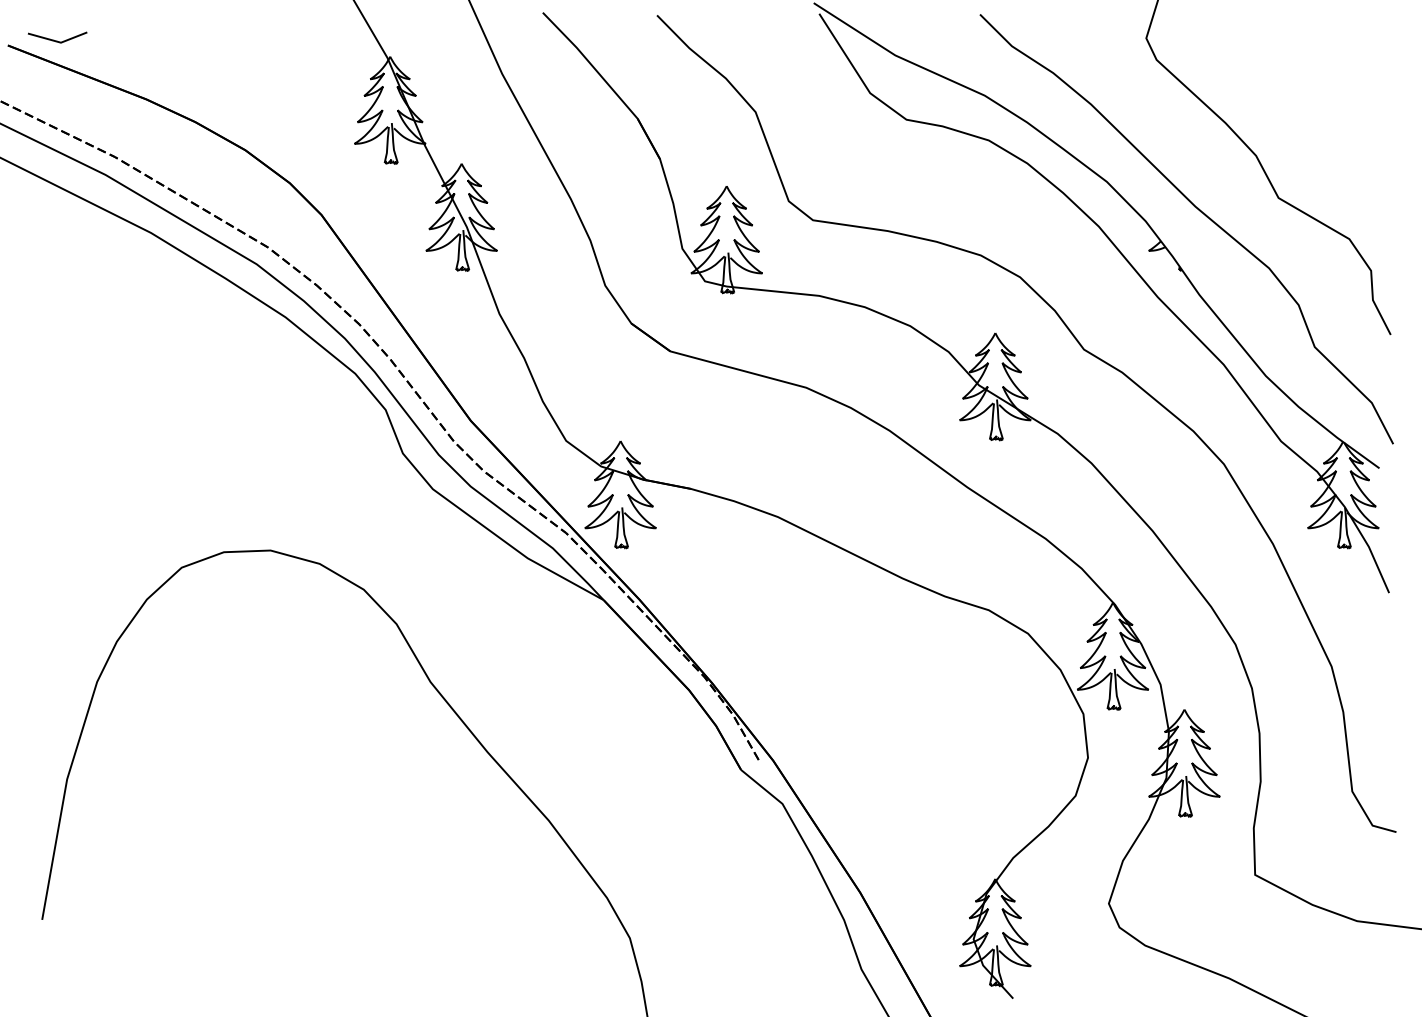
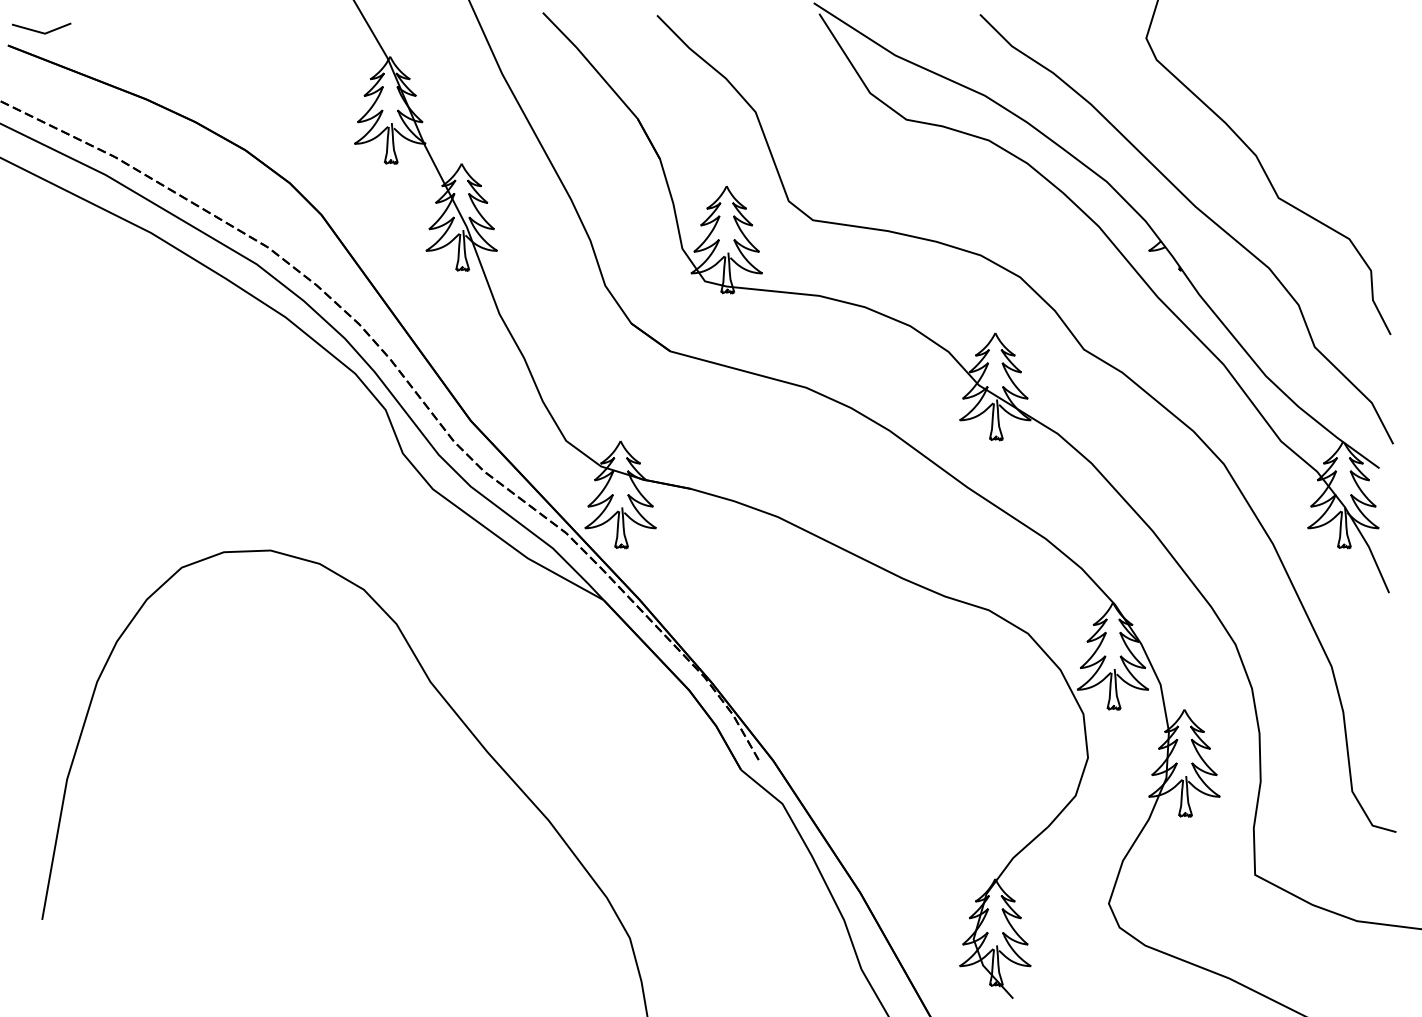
line at (57, 40) position: (57, 40) -> (41, 31)
